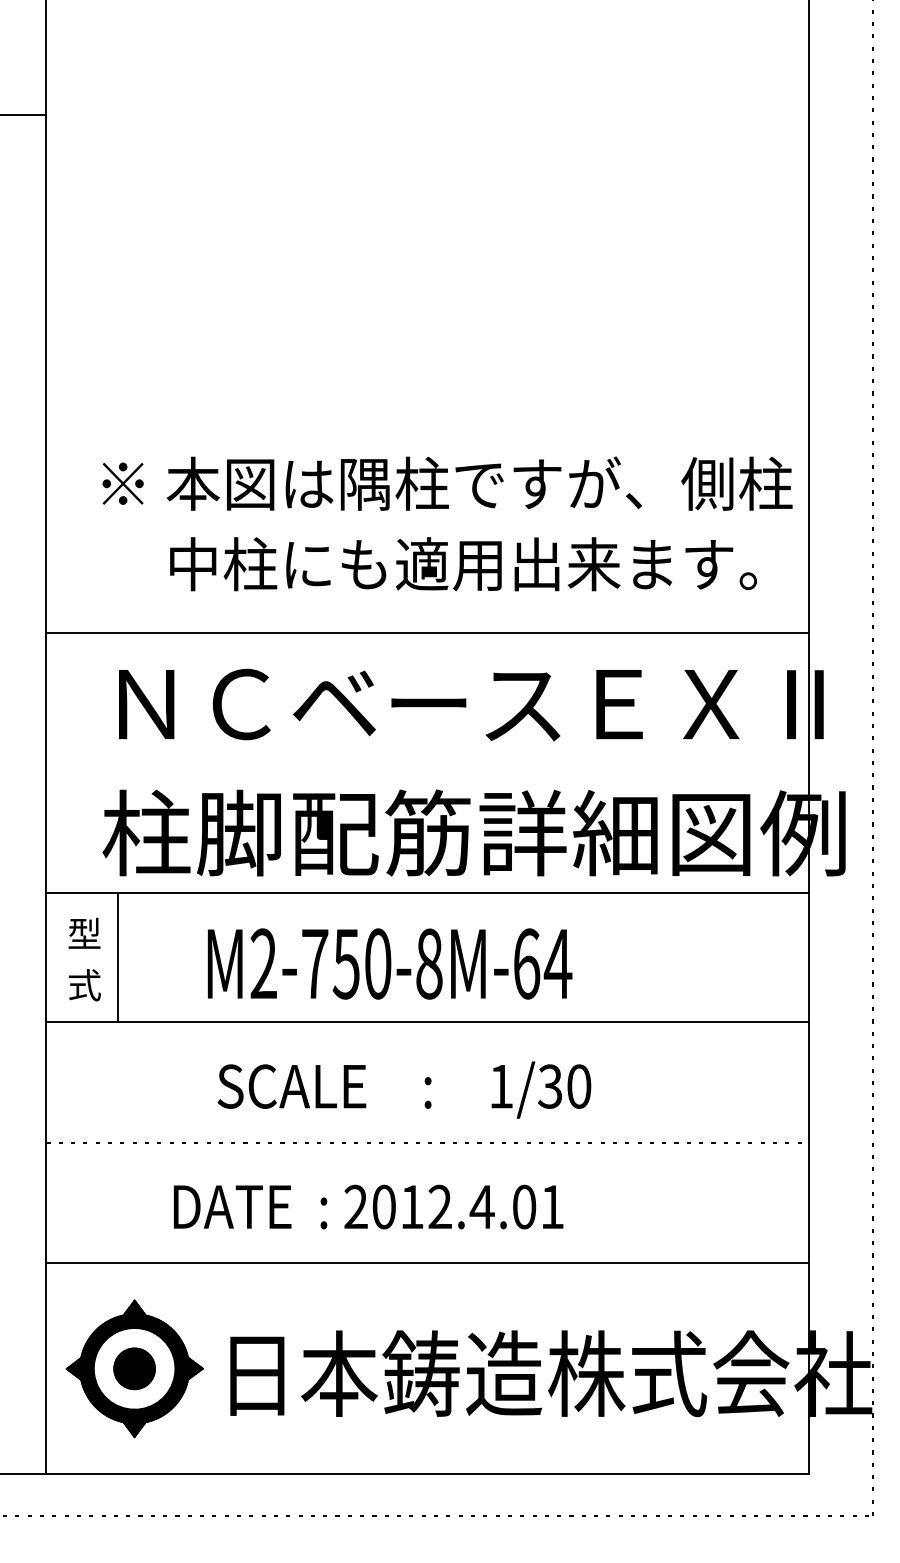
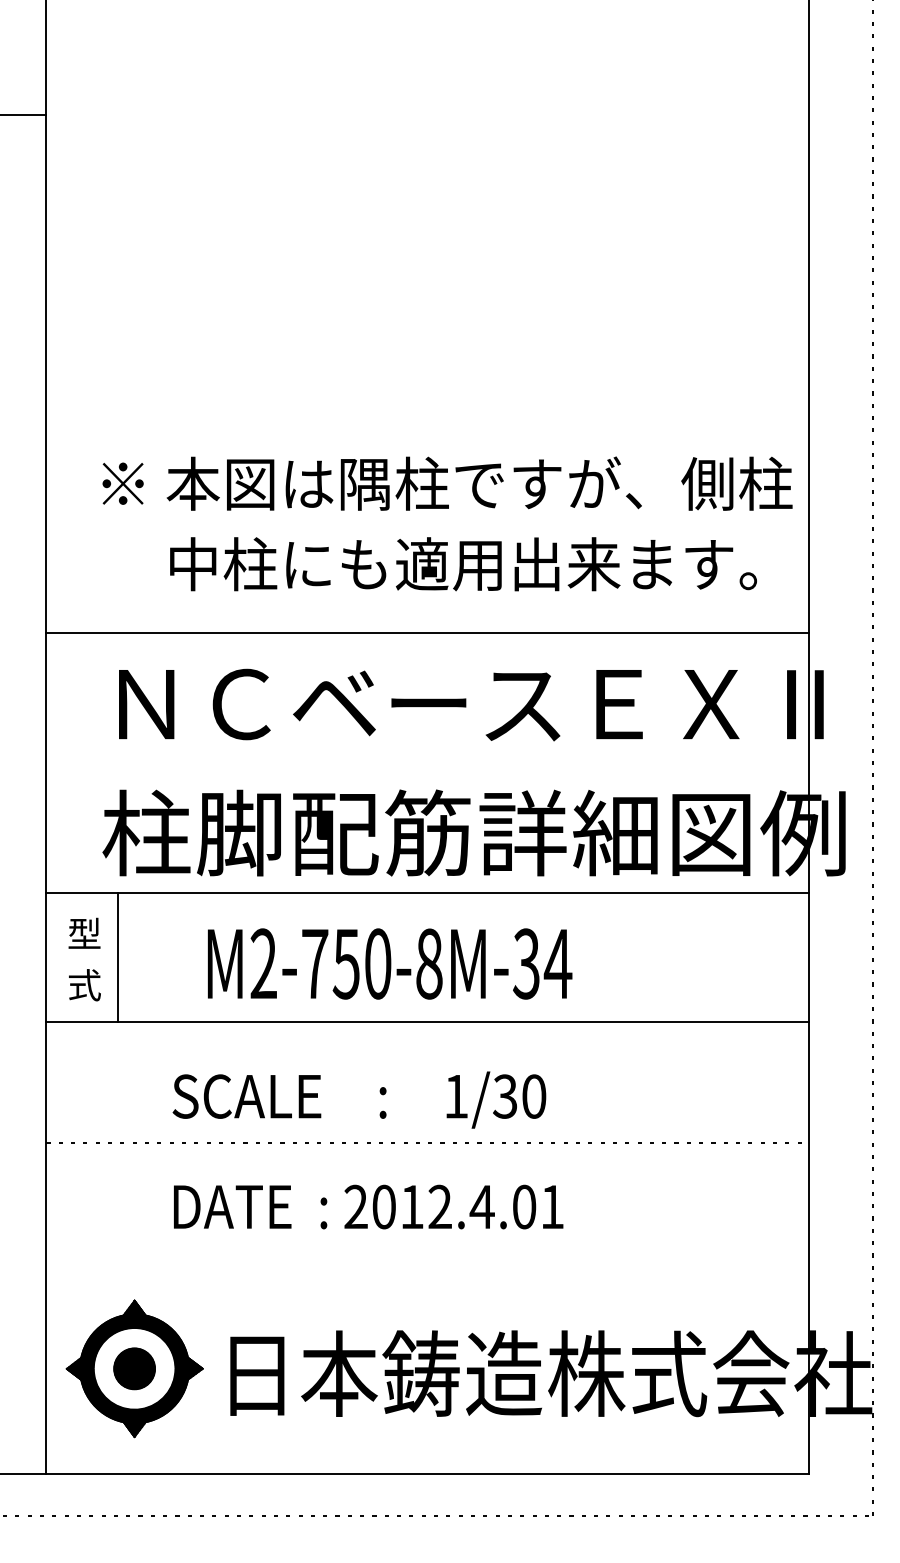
text at (526, 963): M2-750-8M-64 -> M2-750-8M-34
text at (404, 1089) position: (404, 1089) -> (359, 1099)
line at (427, 1263): present -> none
